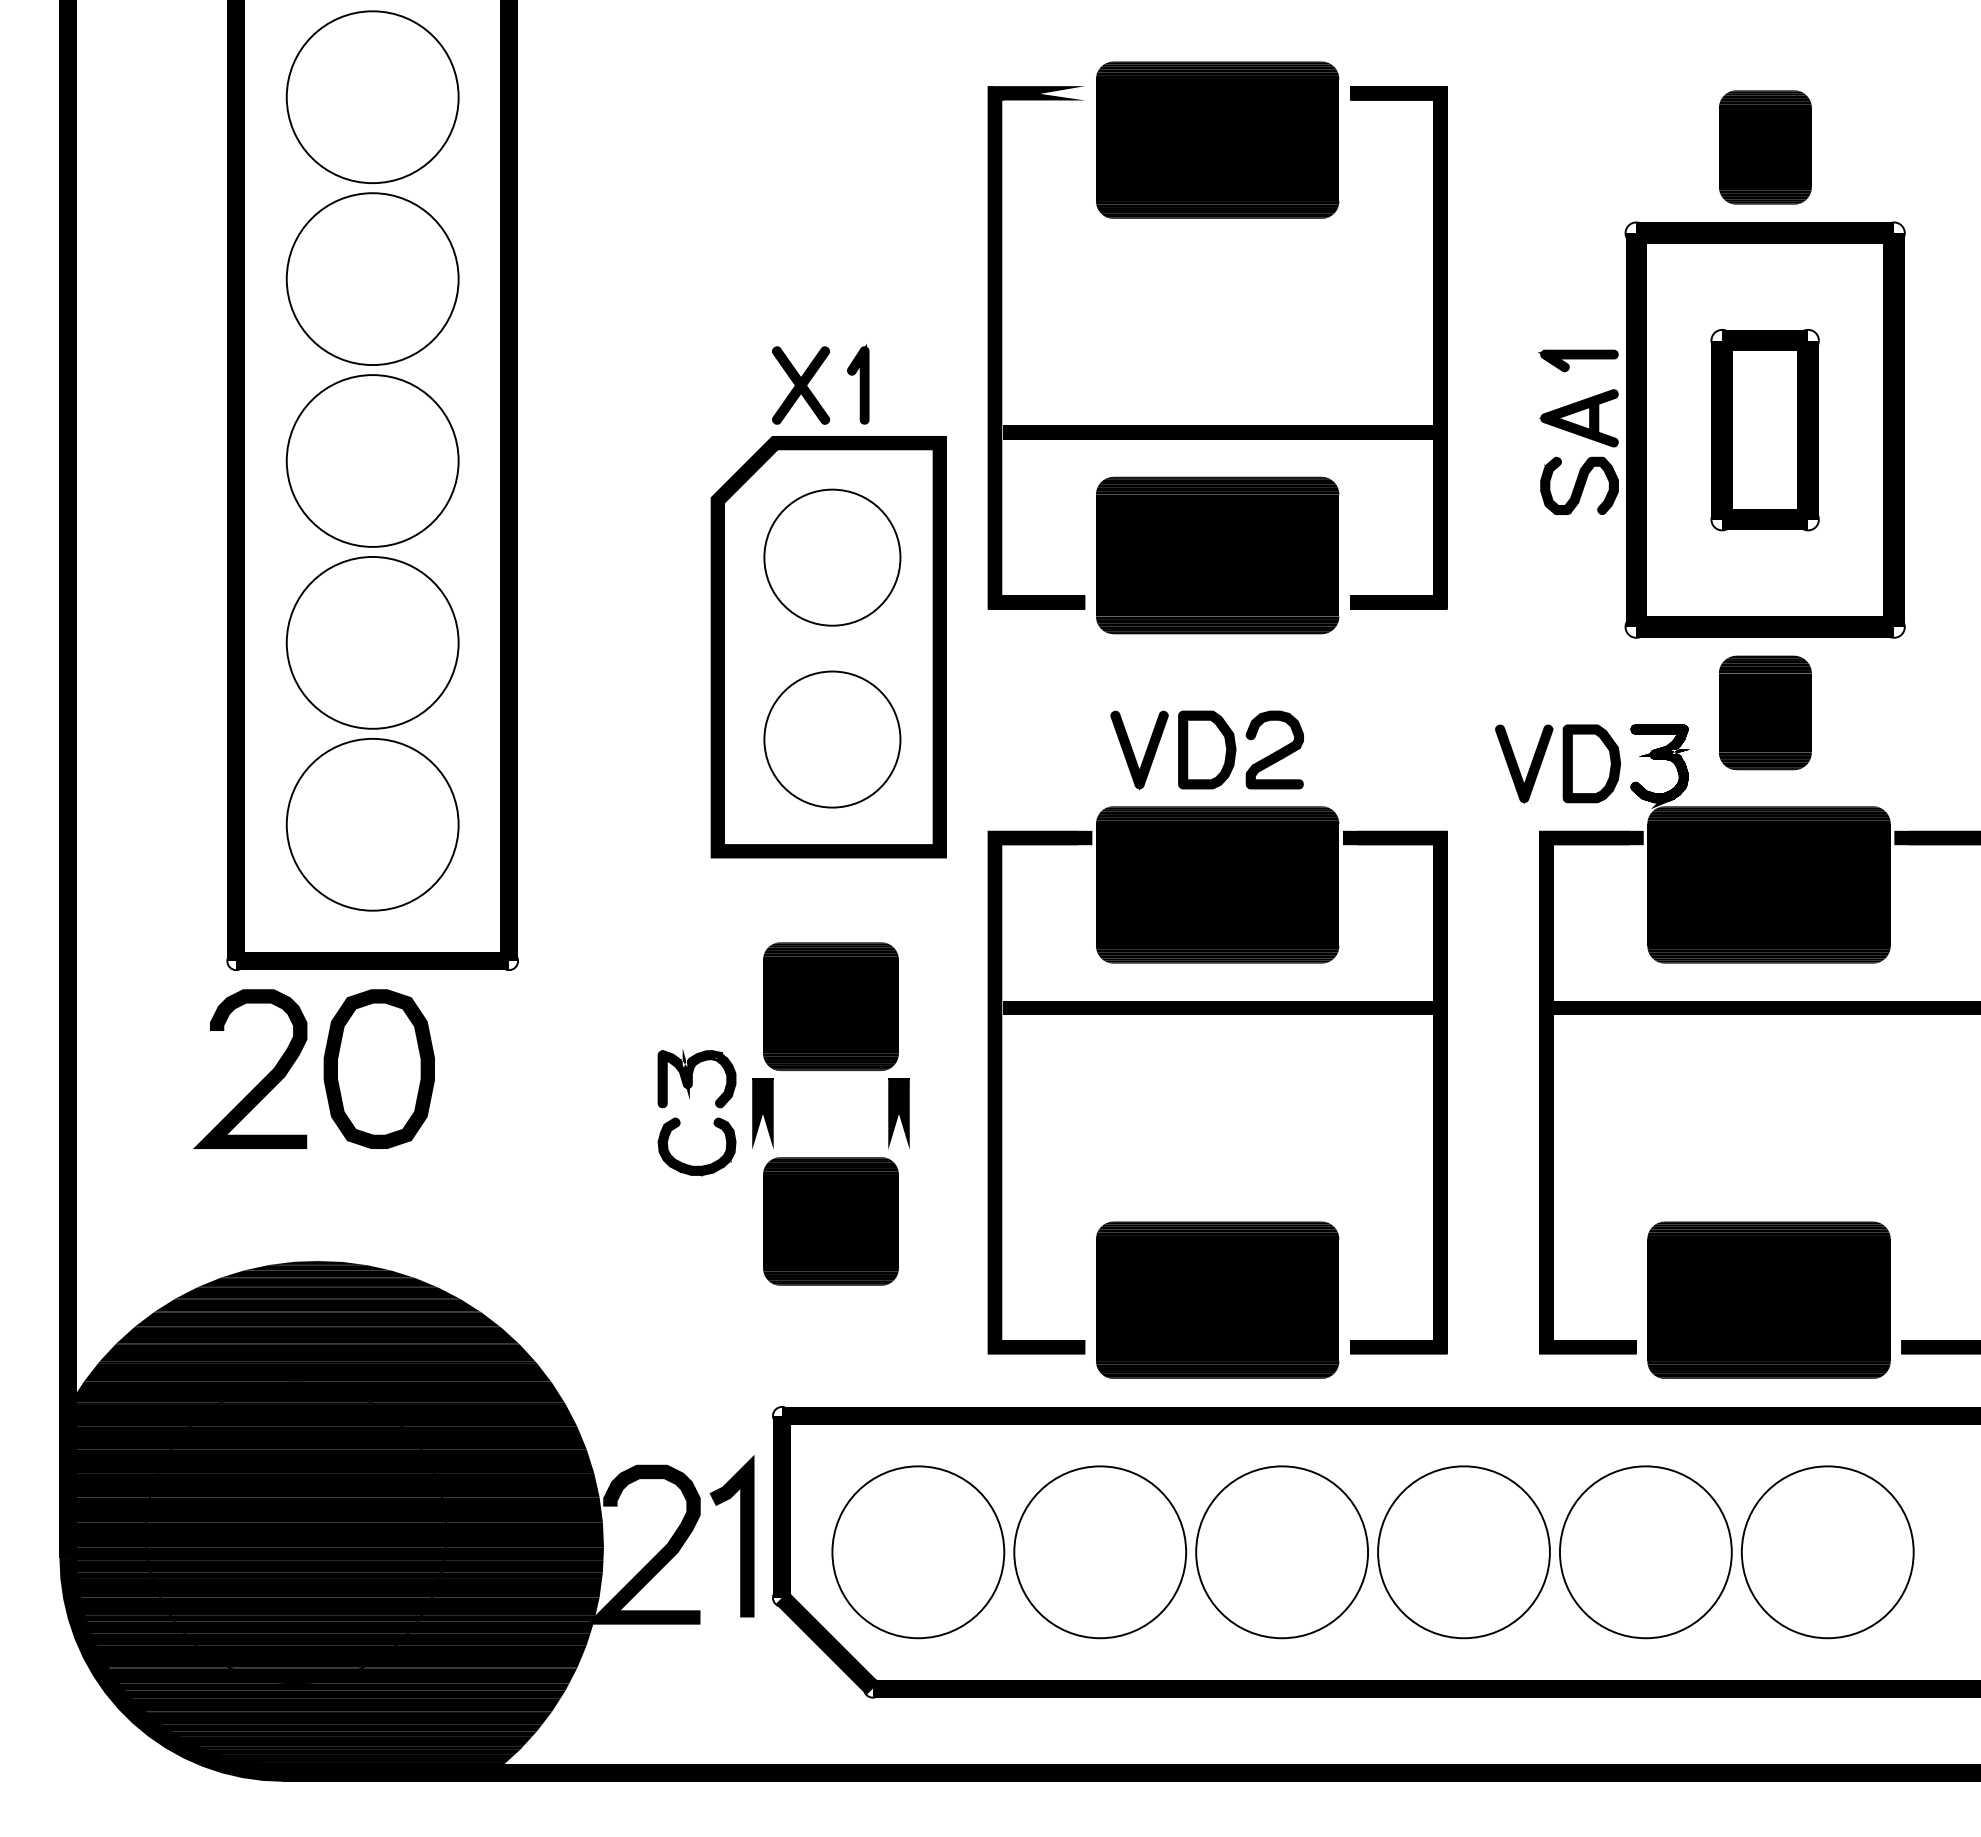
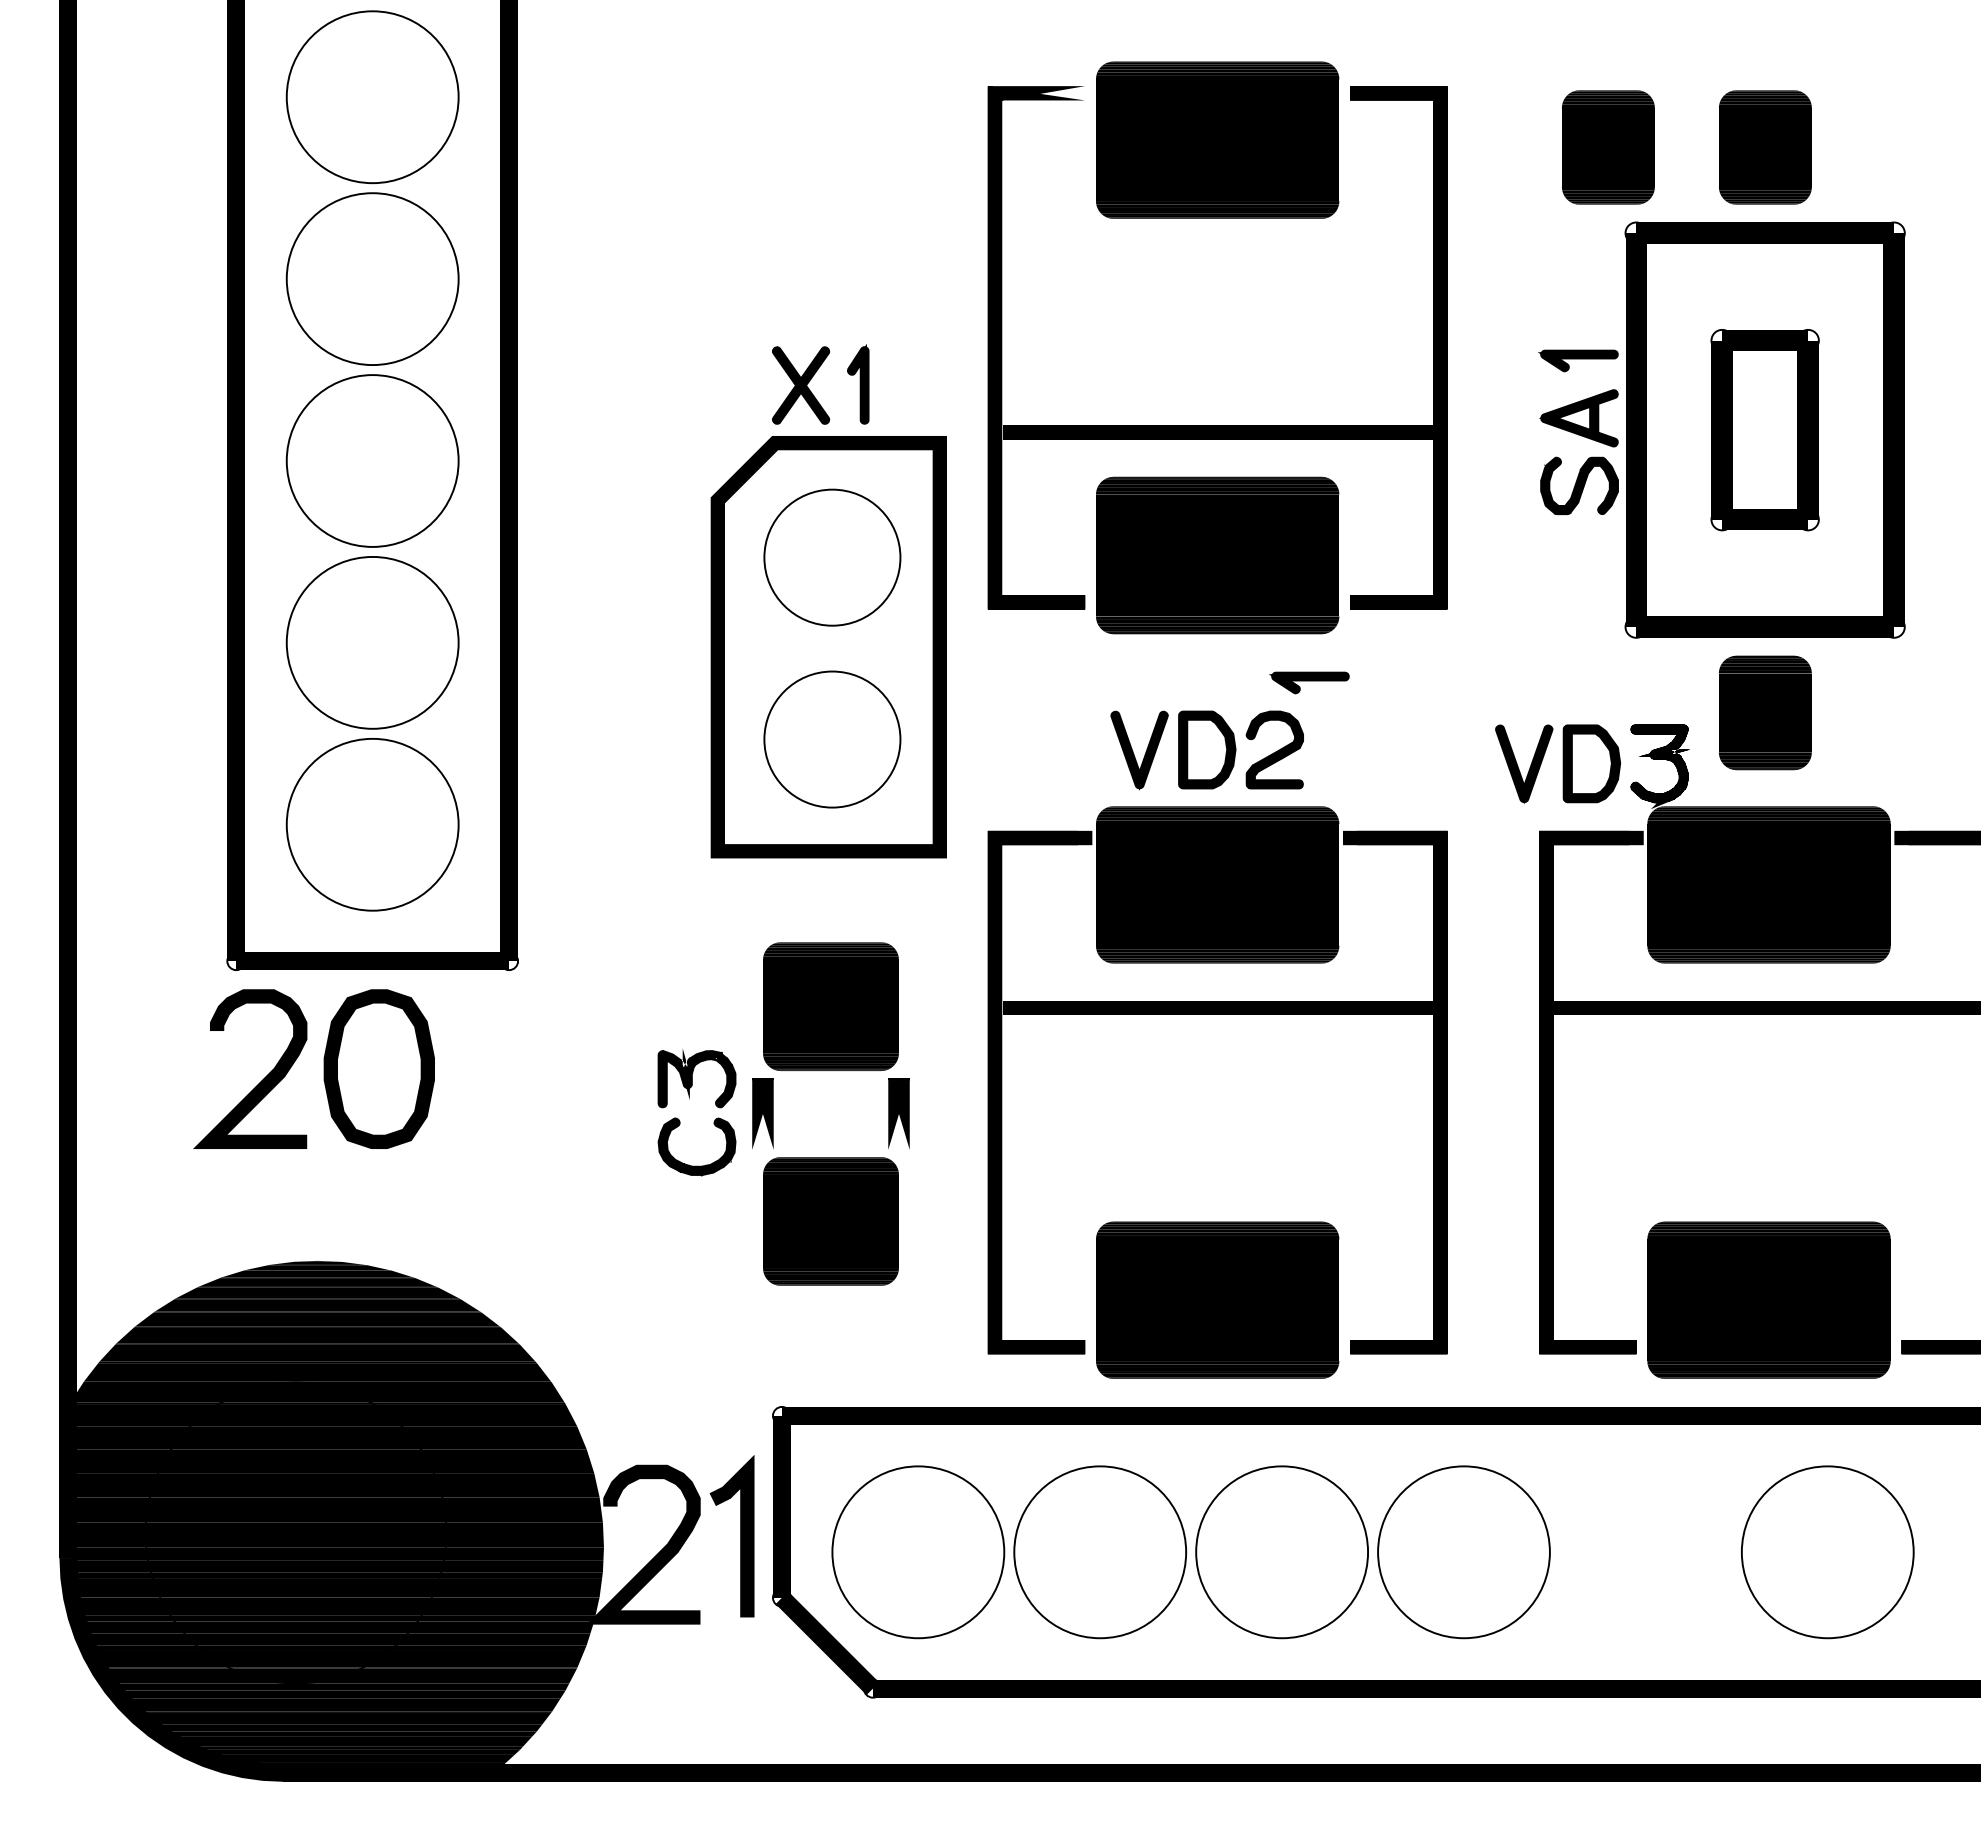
part at (1608, 147): none -> present
part at (1309, 682): none -> present
part at (1645, 1552): present -> none
